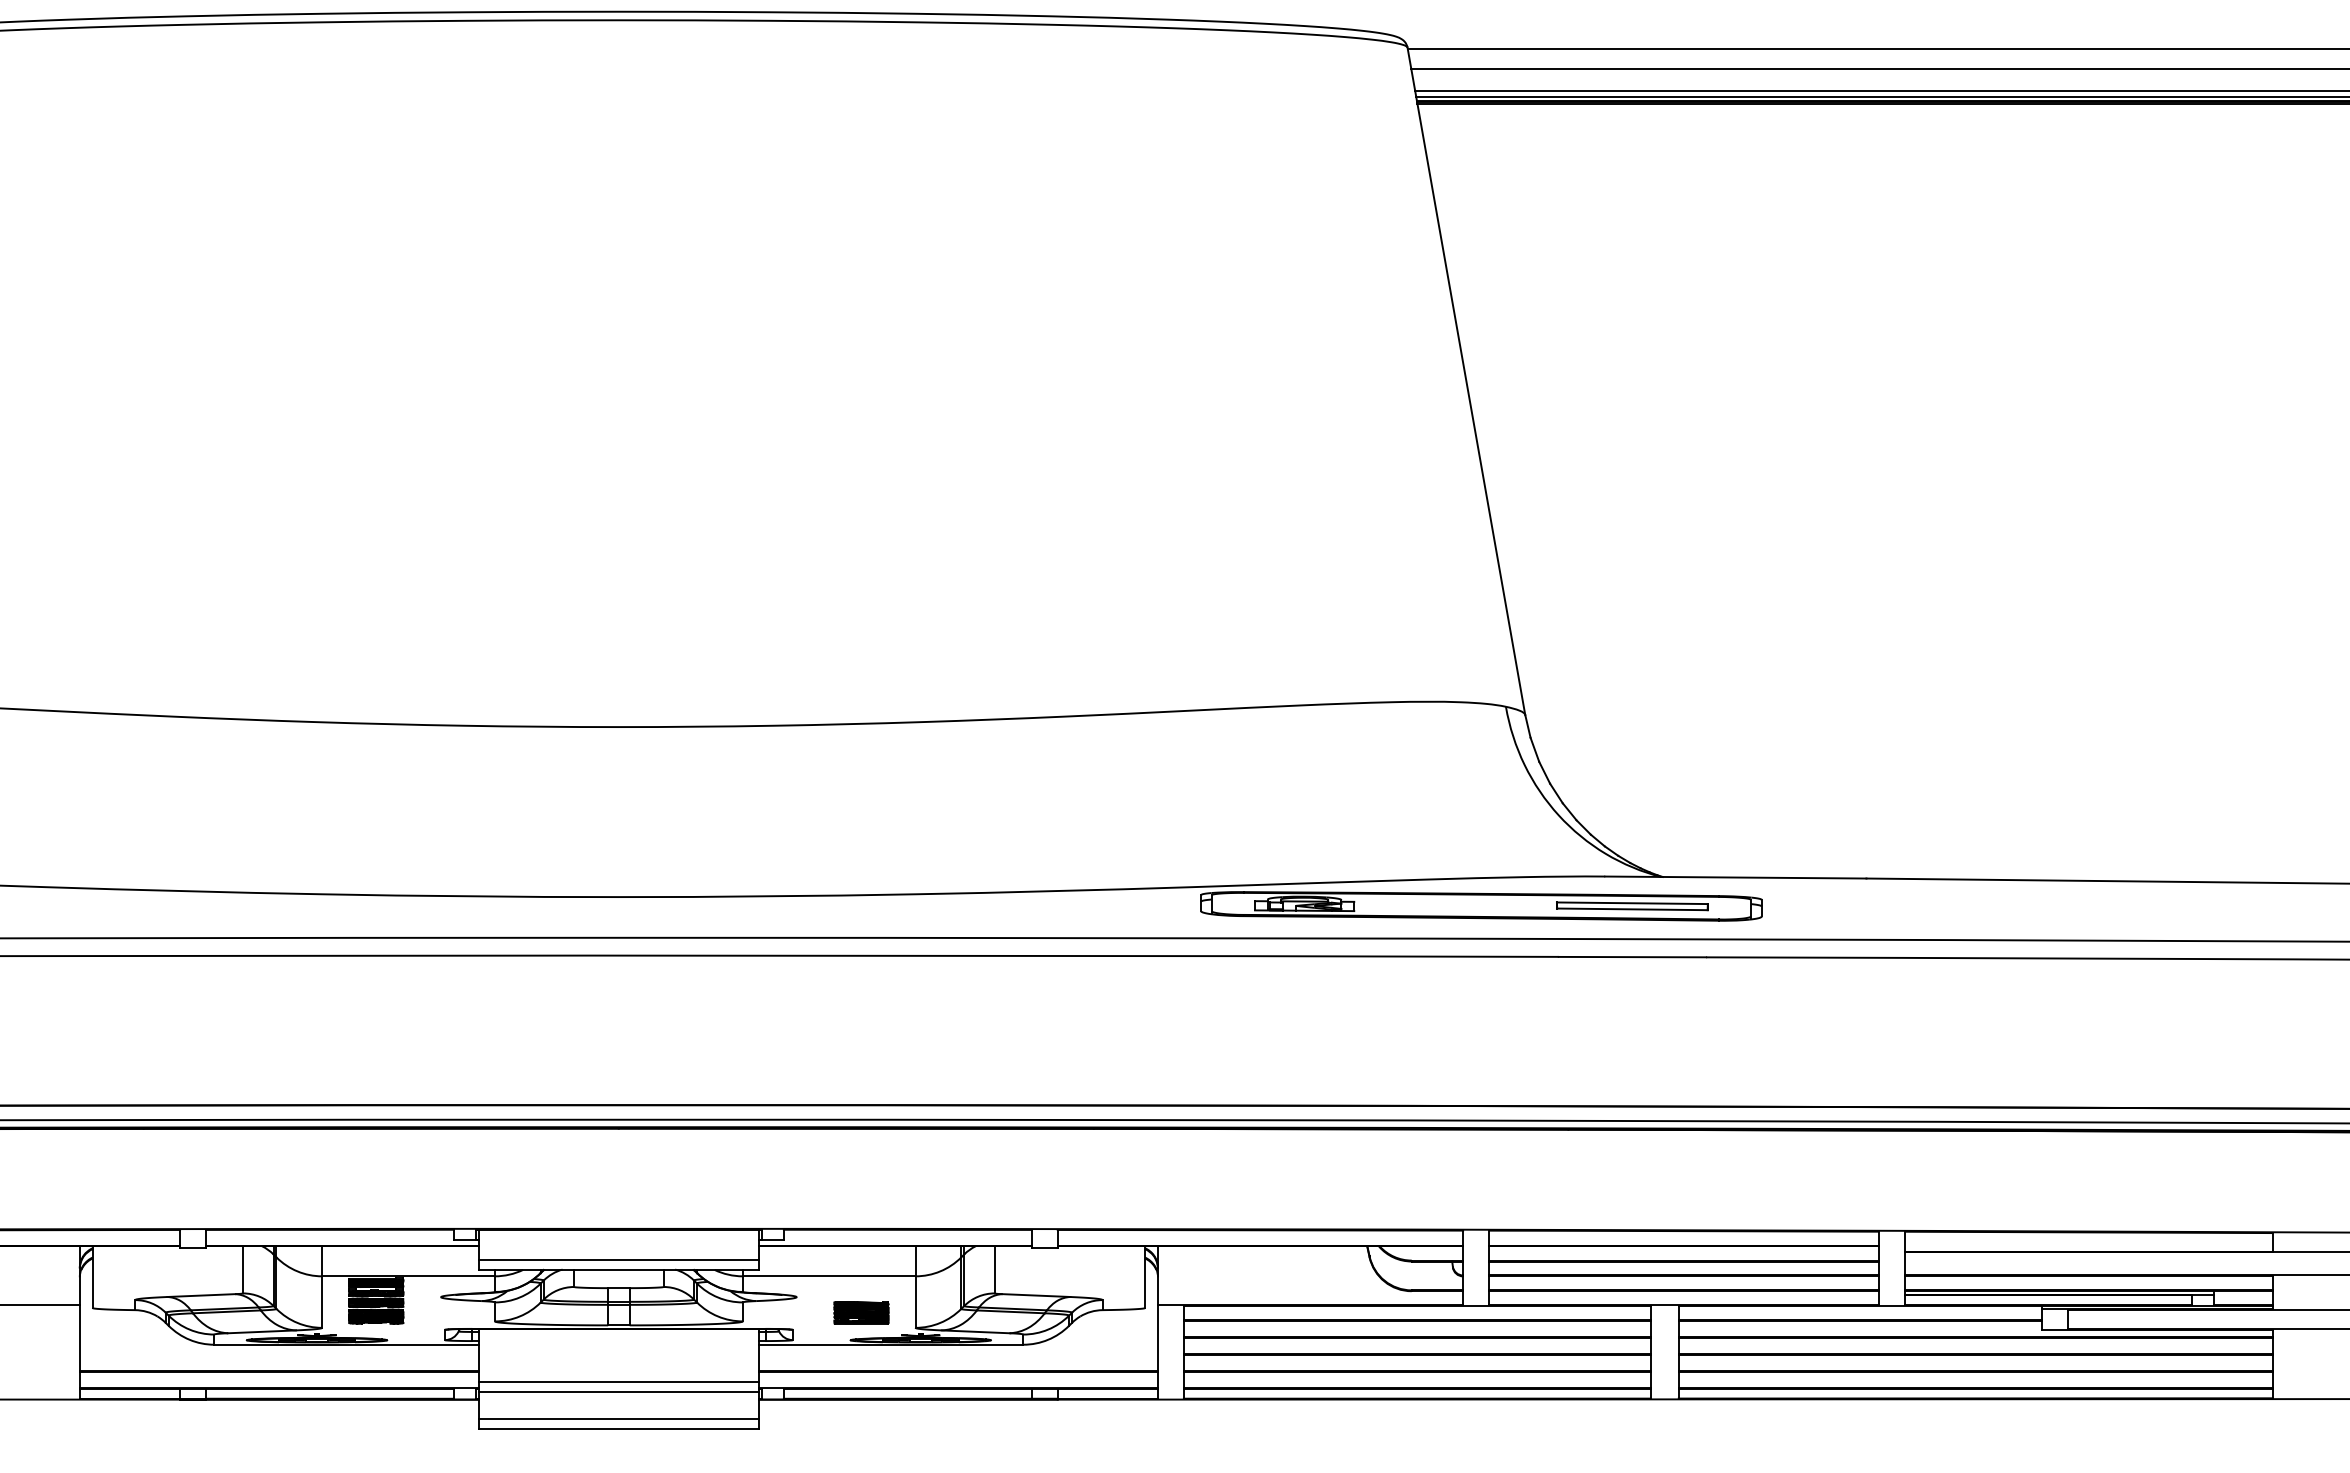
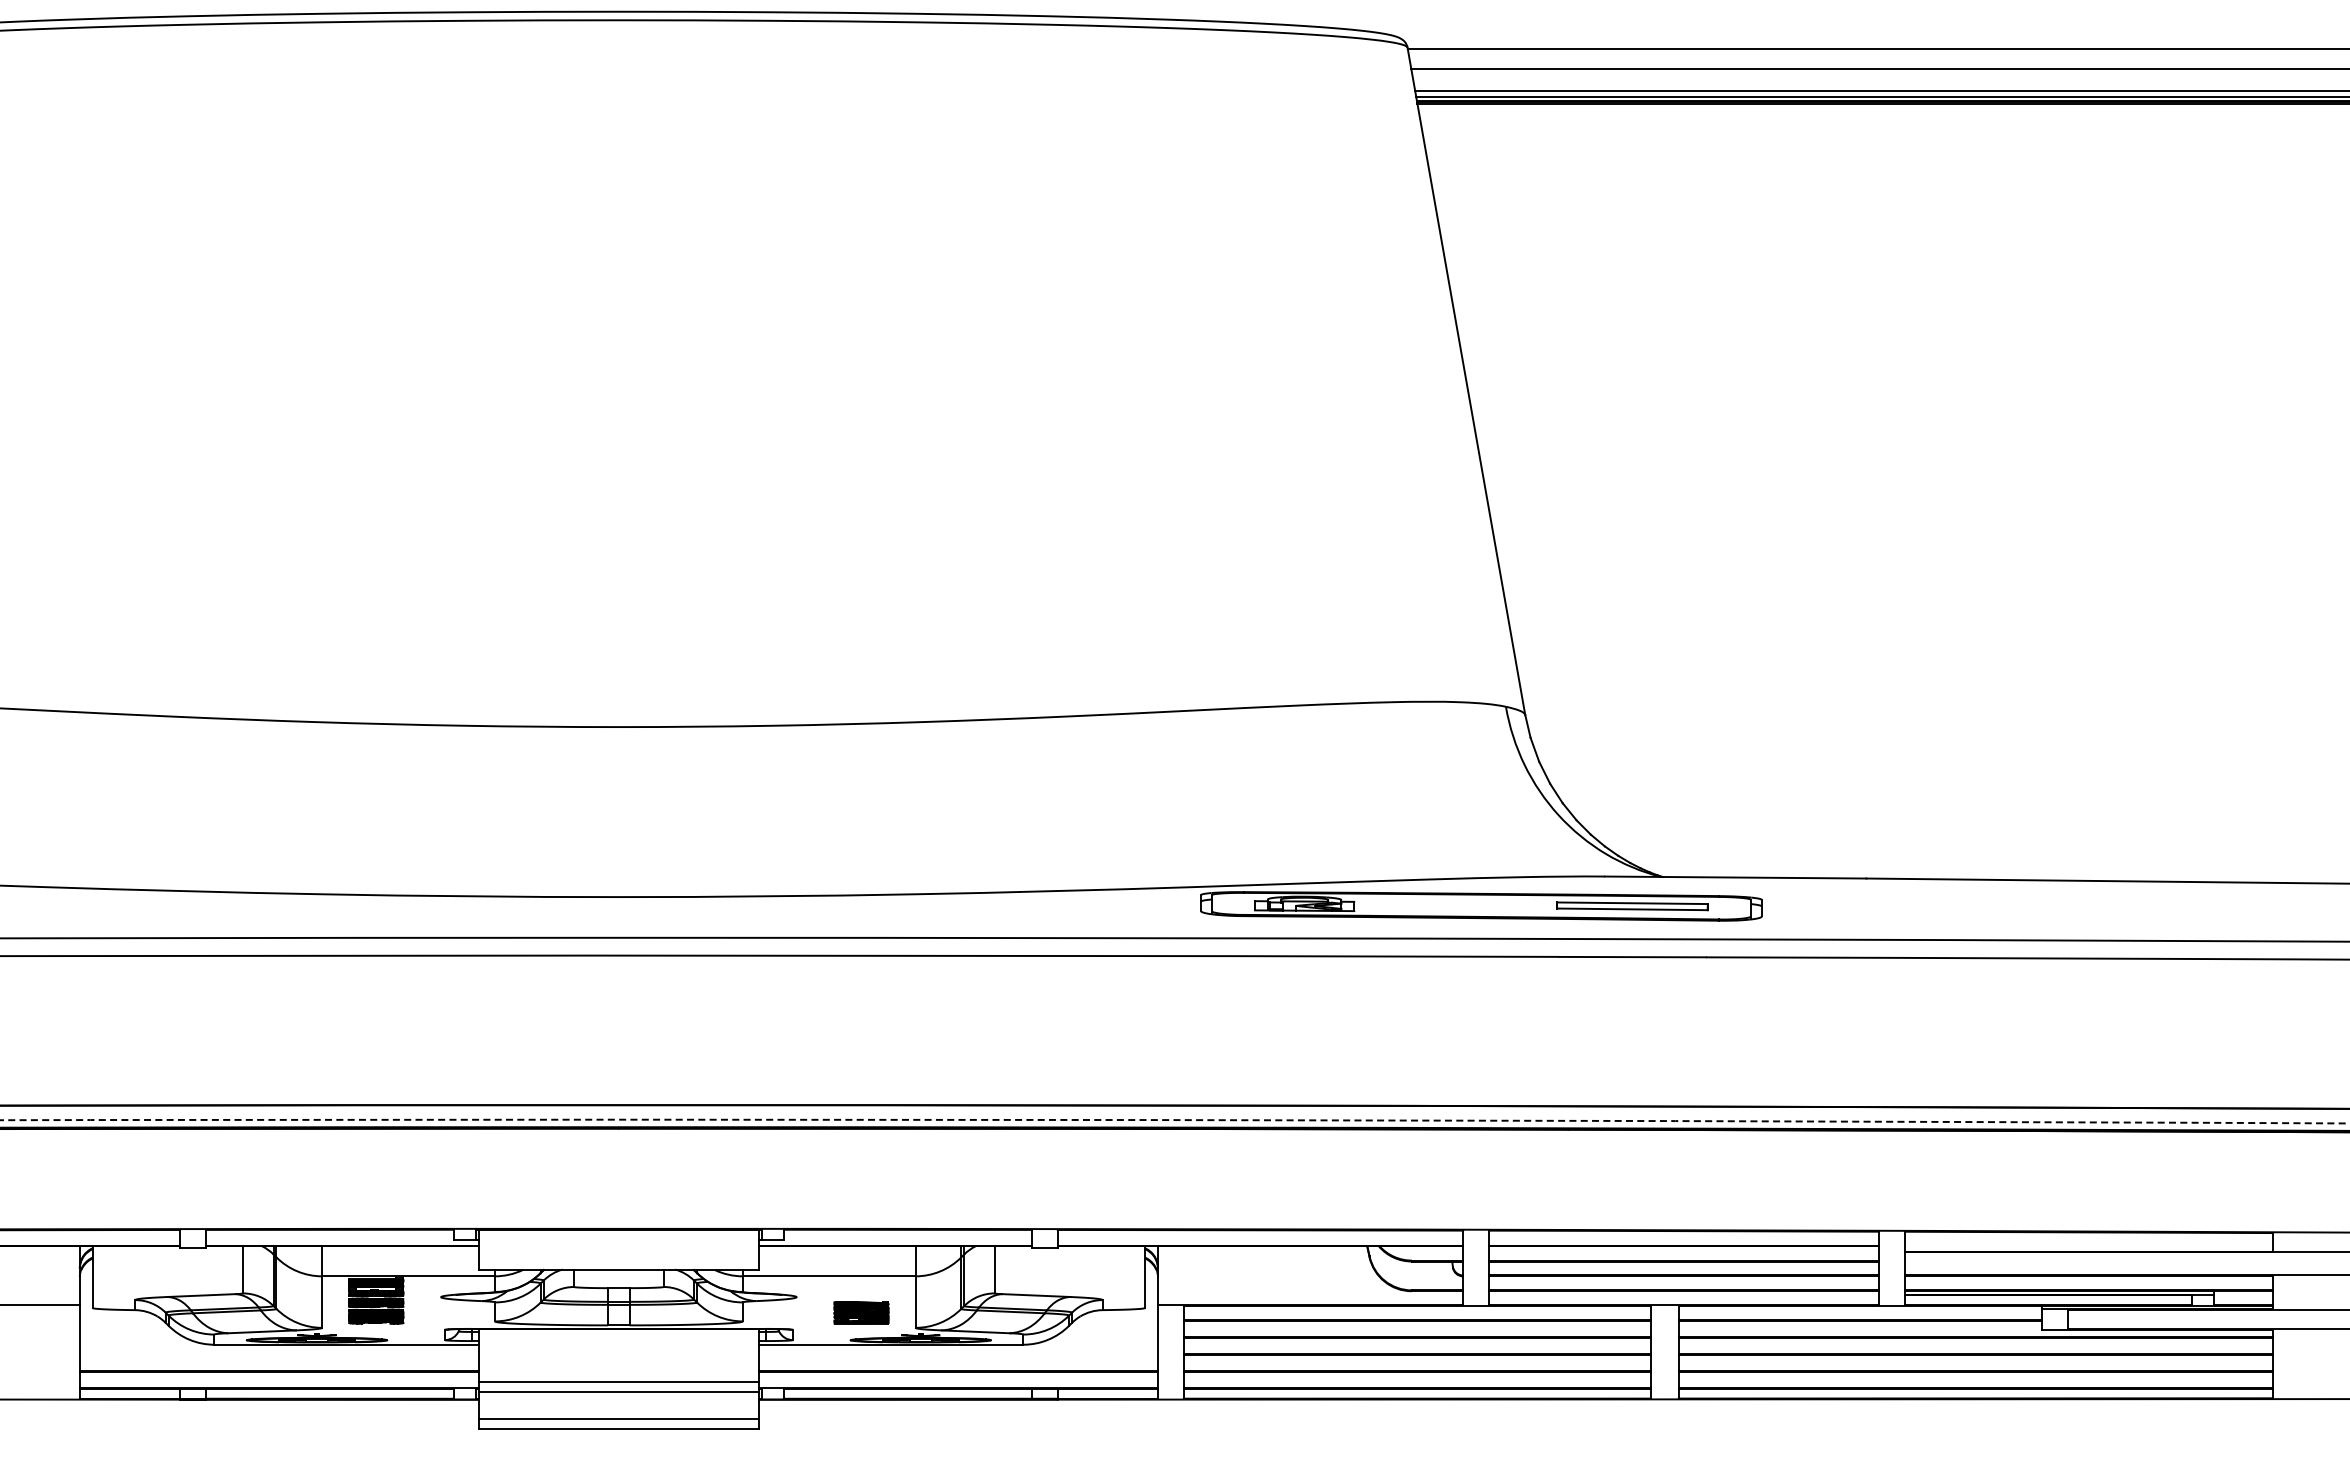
arc at (1174, 1120): solid -> dashed
line at (618, 1259): present -> none
